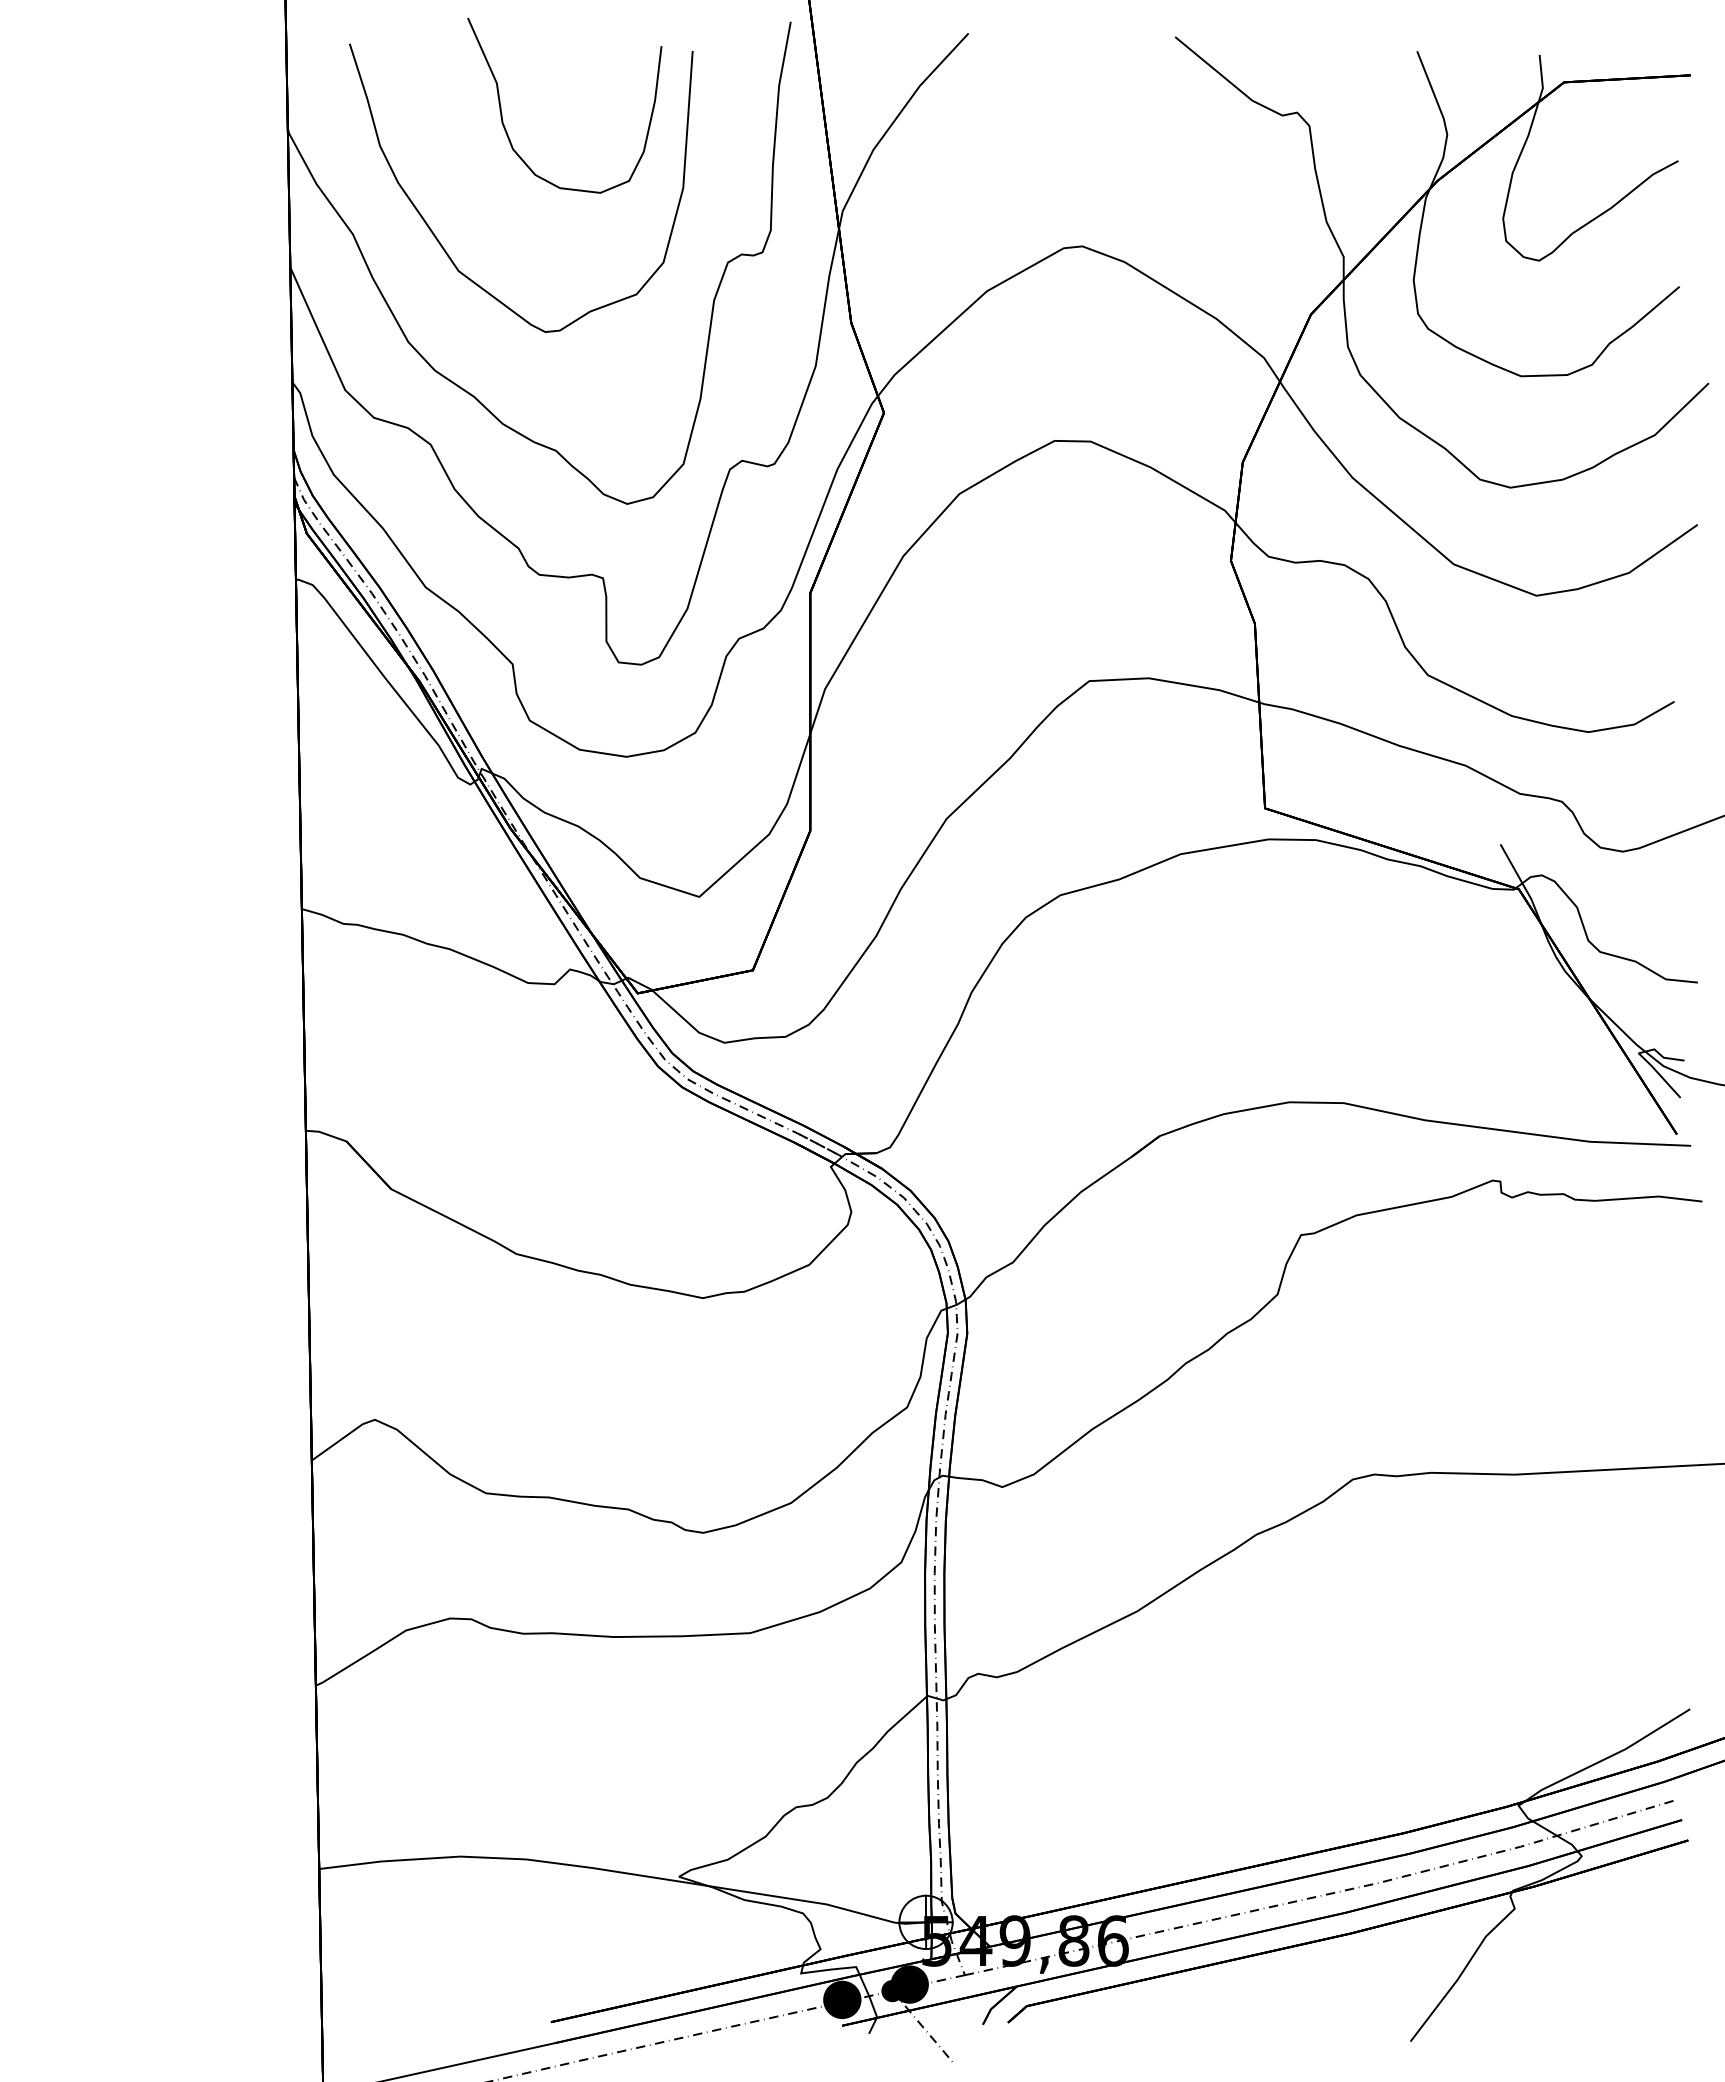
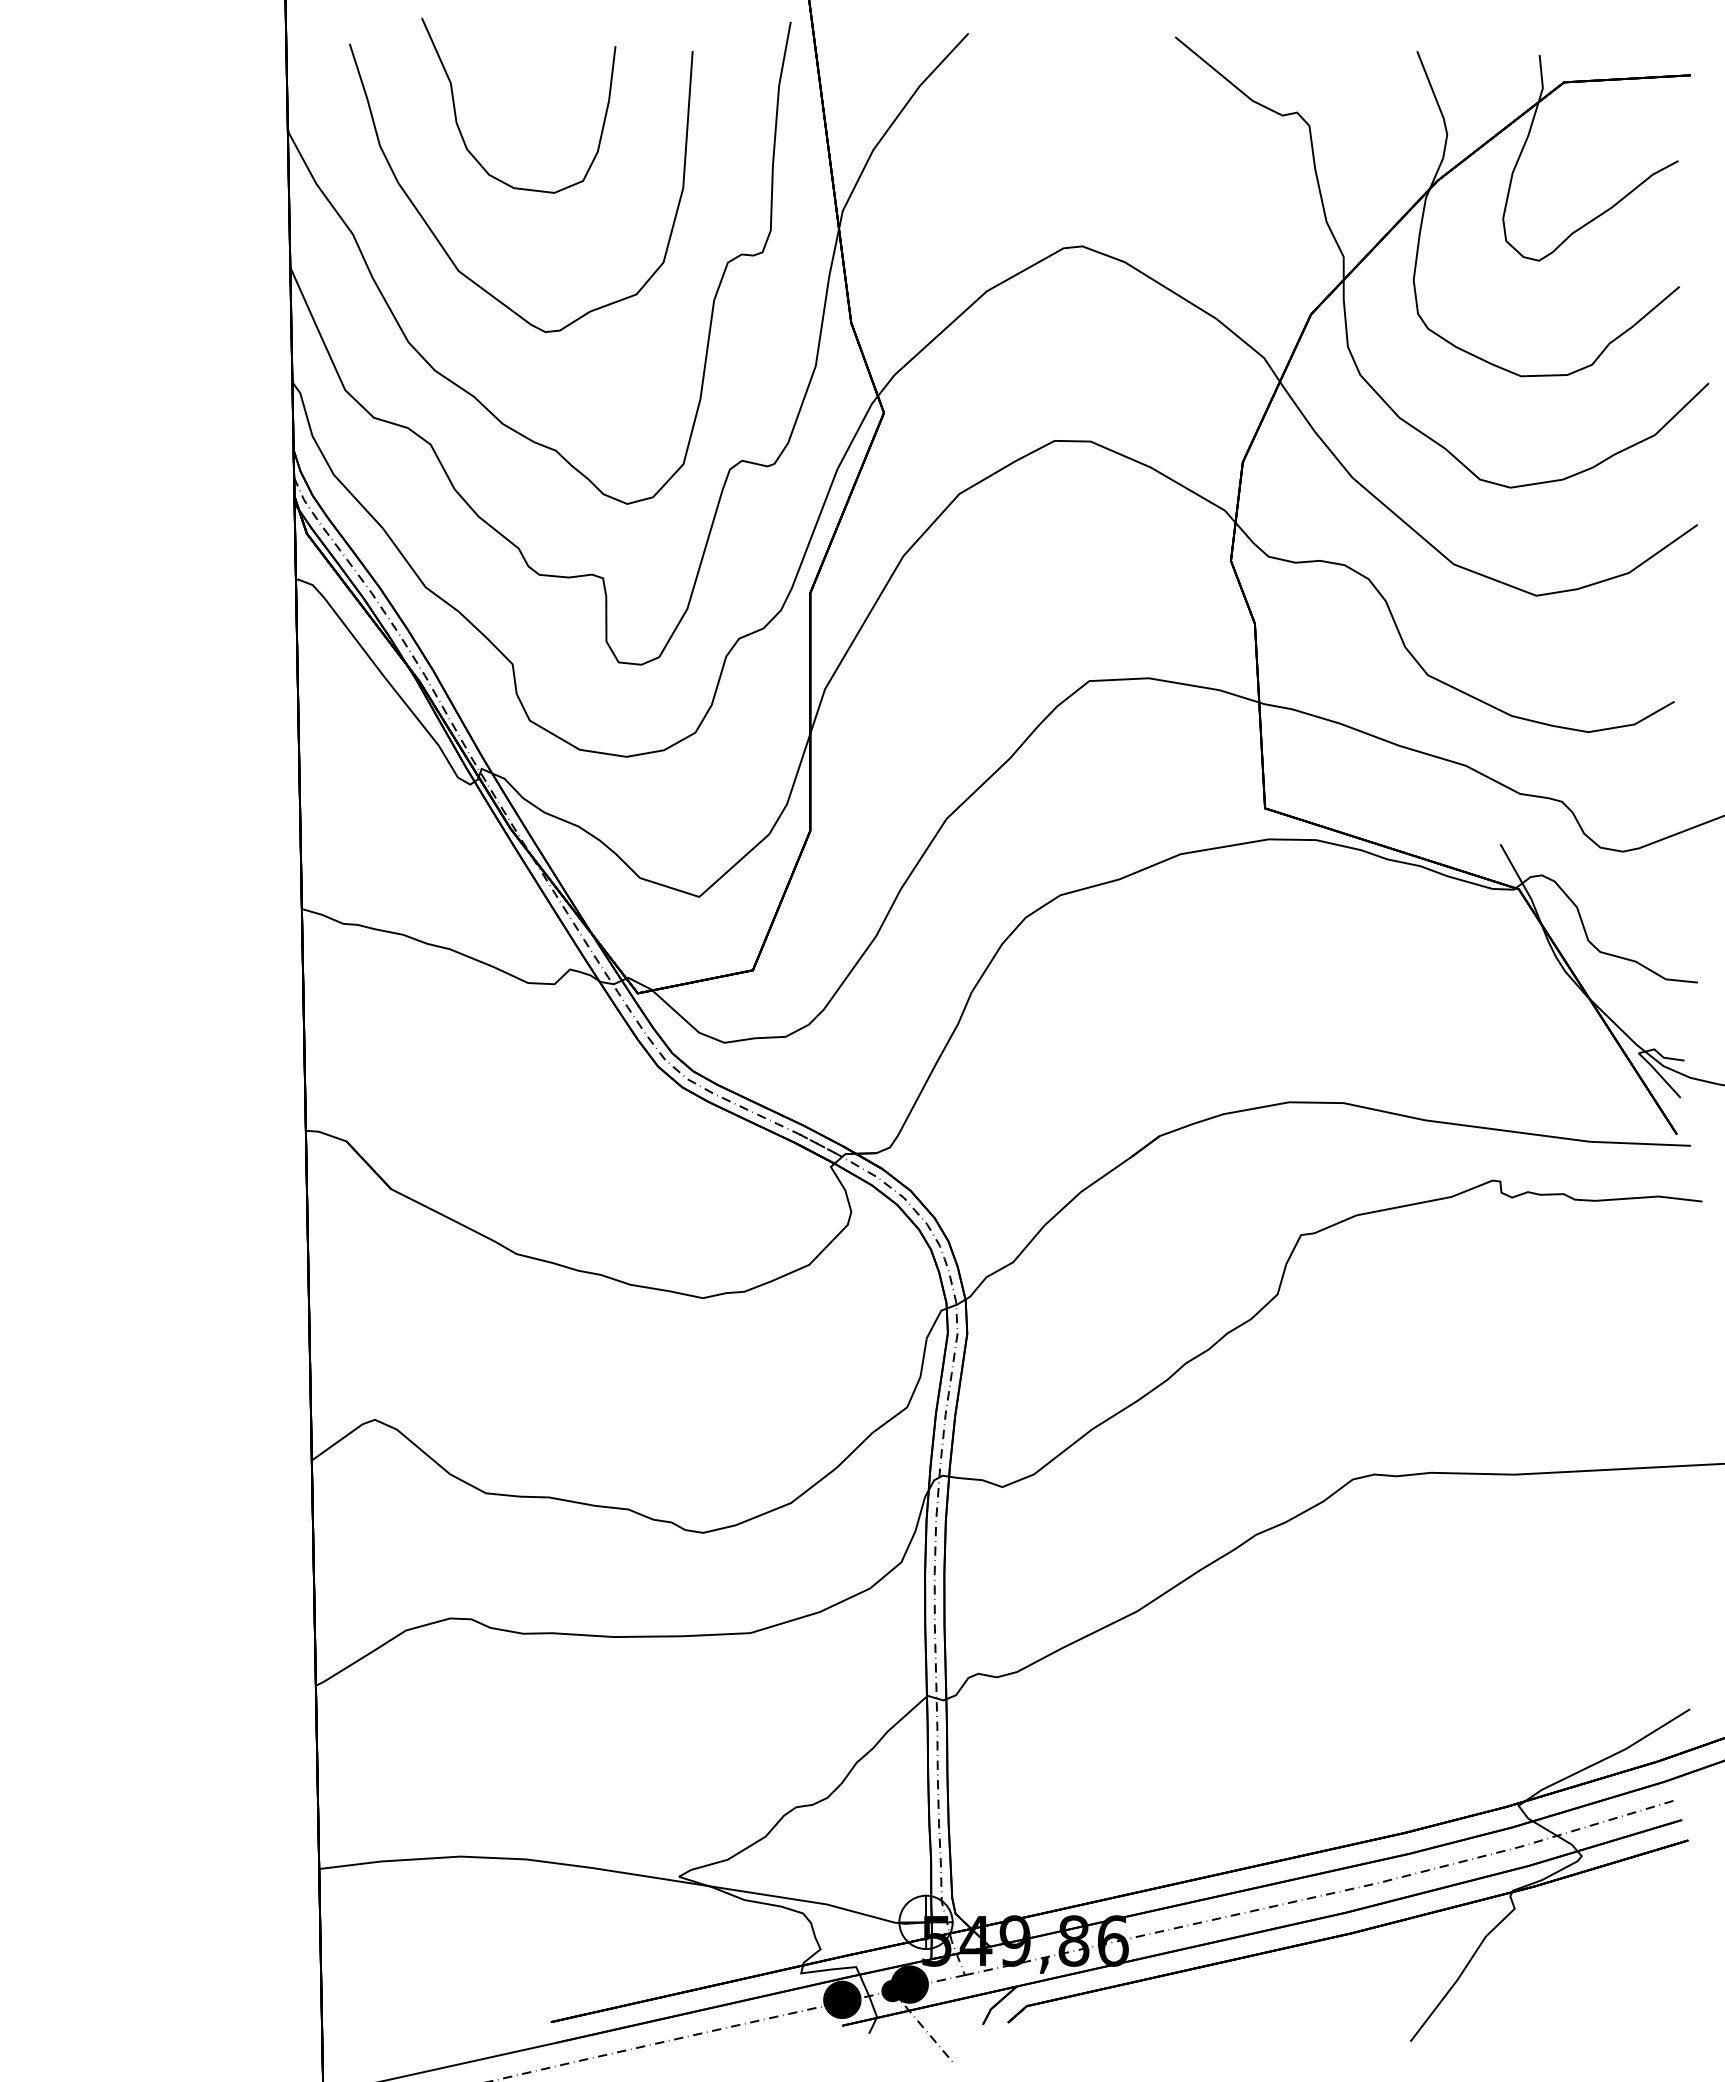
curve at (502, 113) position: (502, 113) -> (456, 113)
